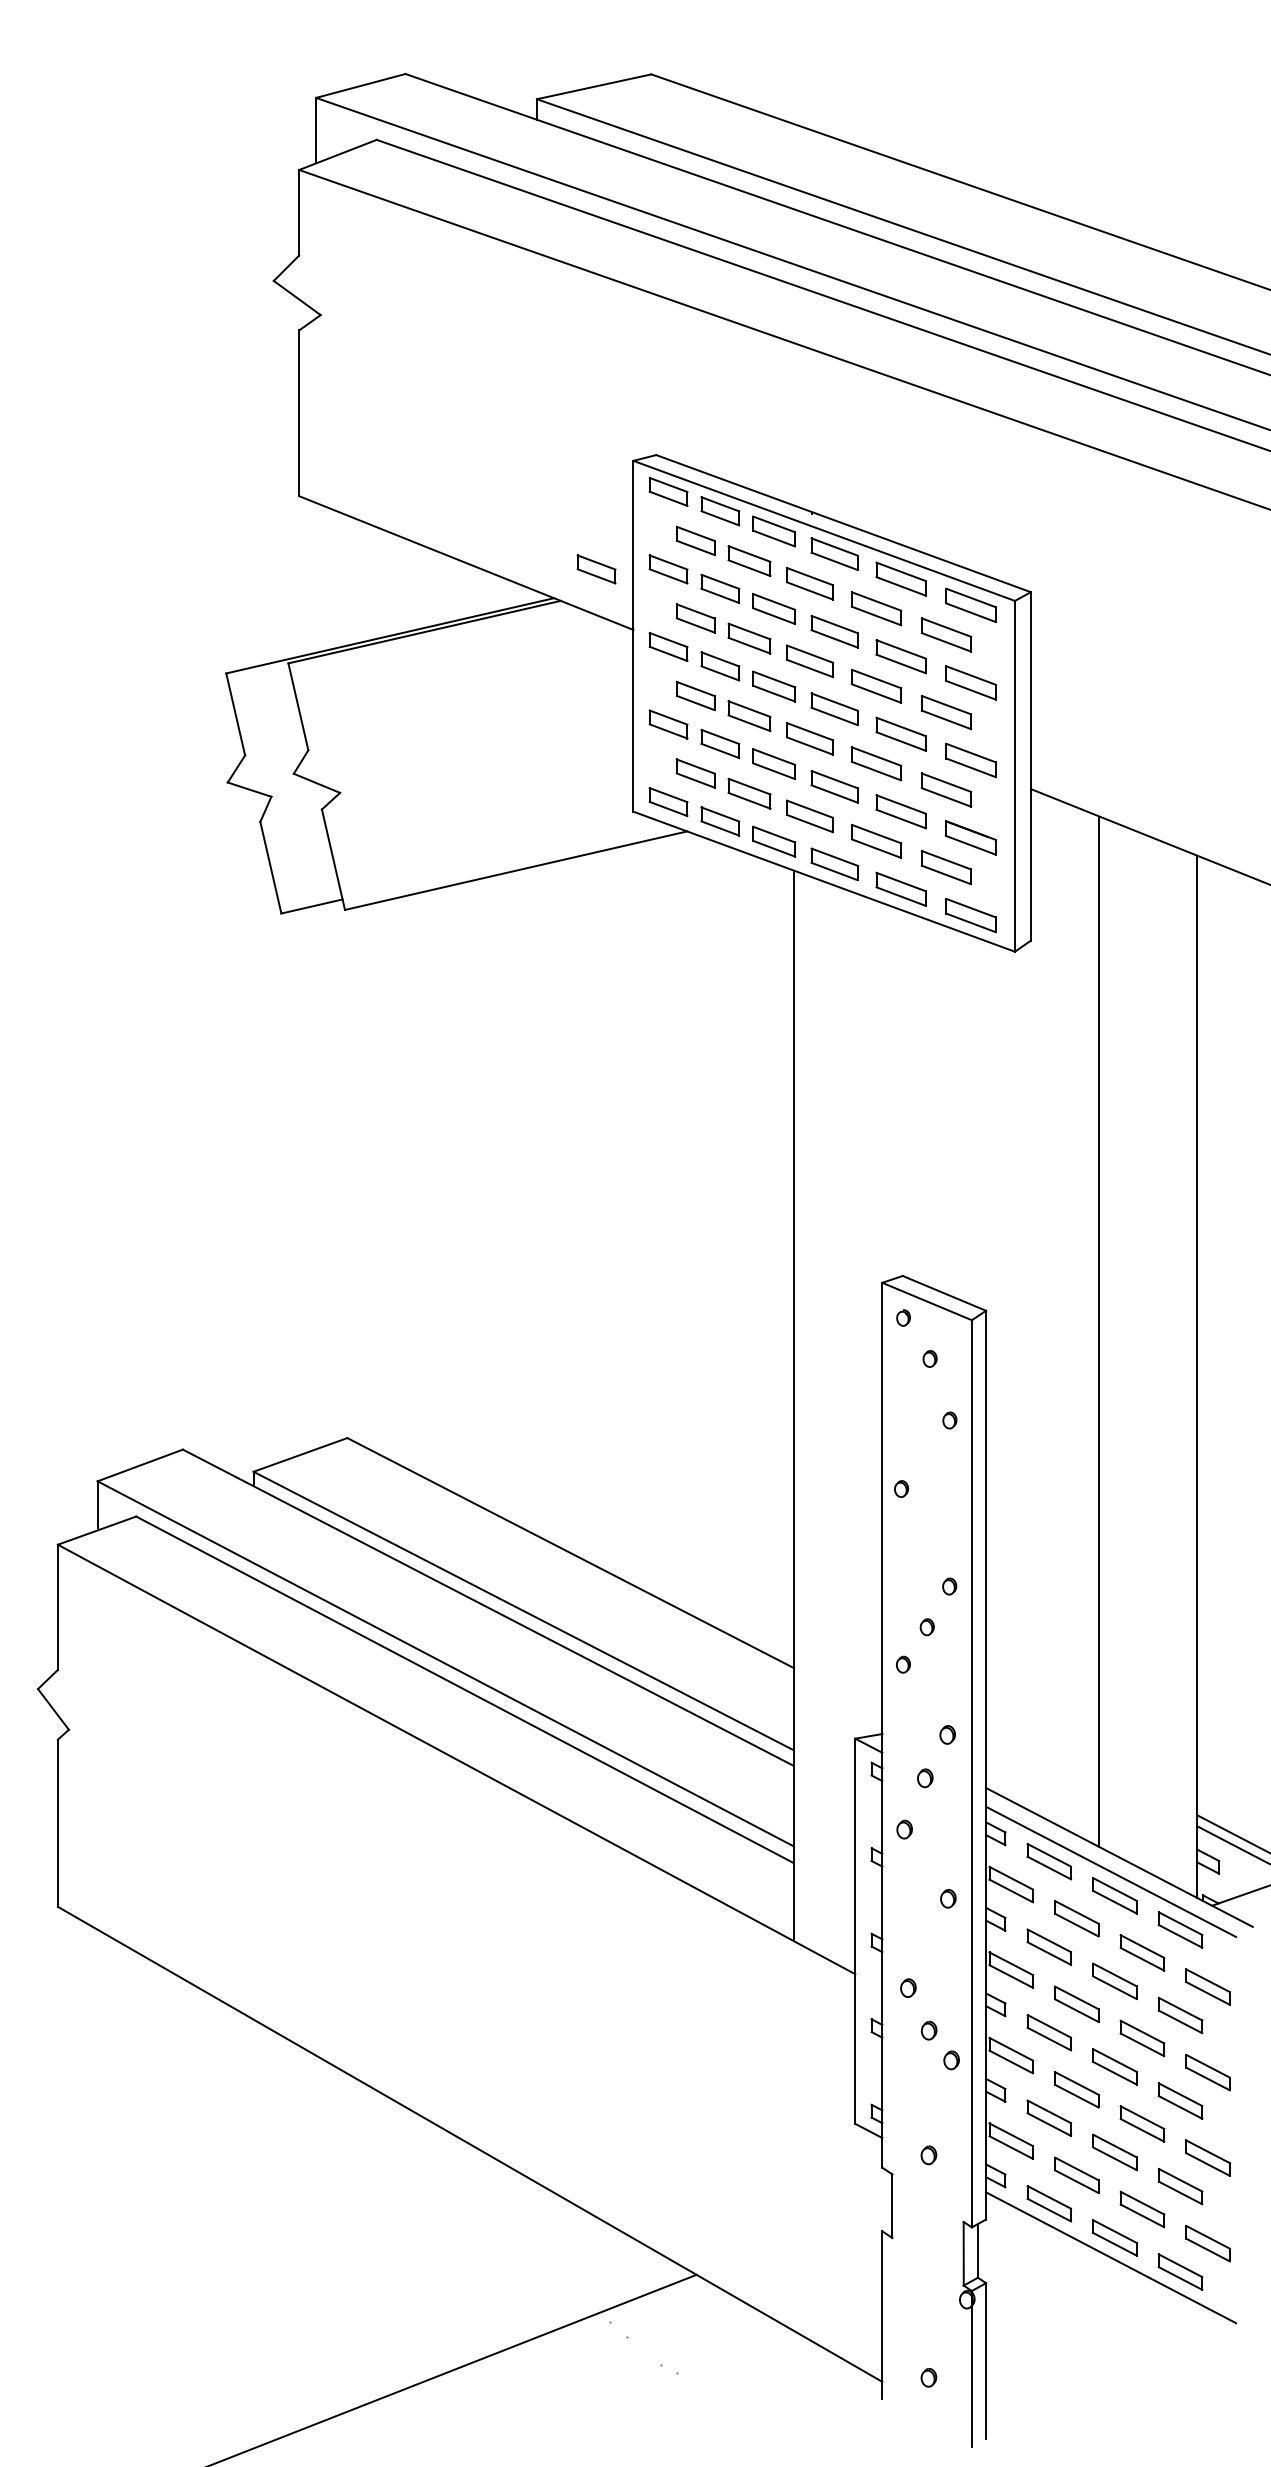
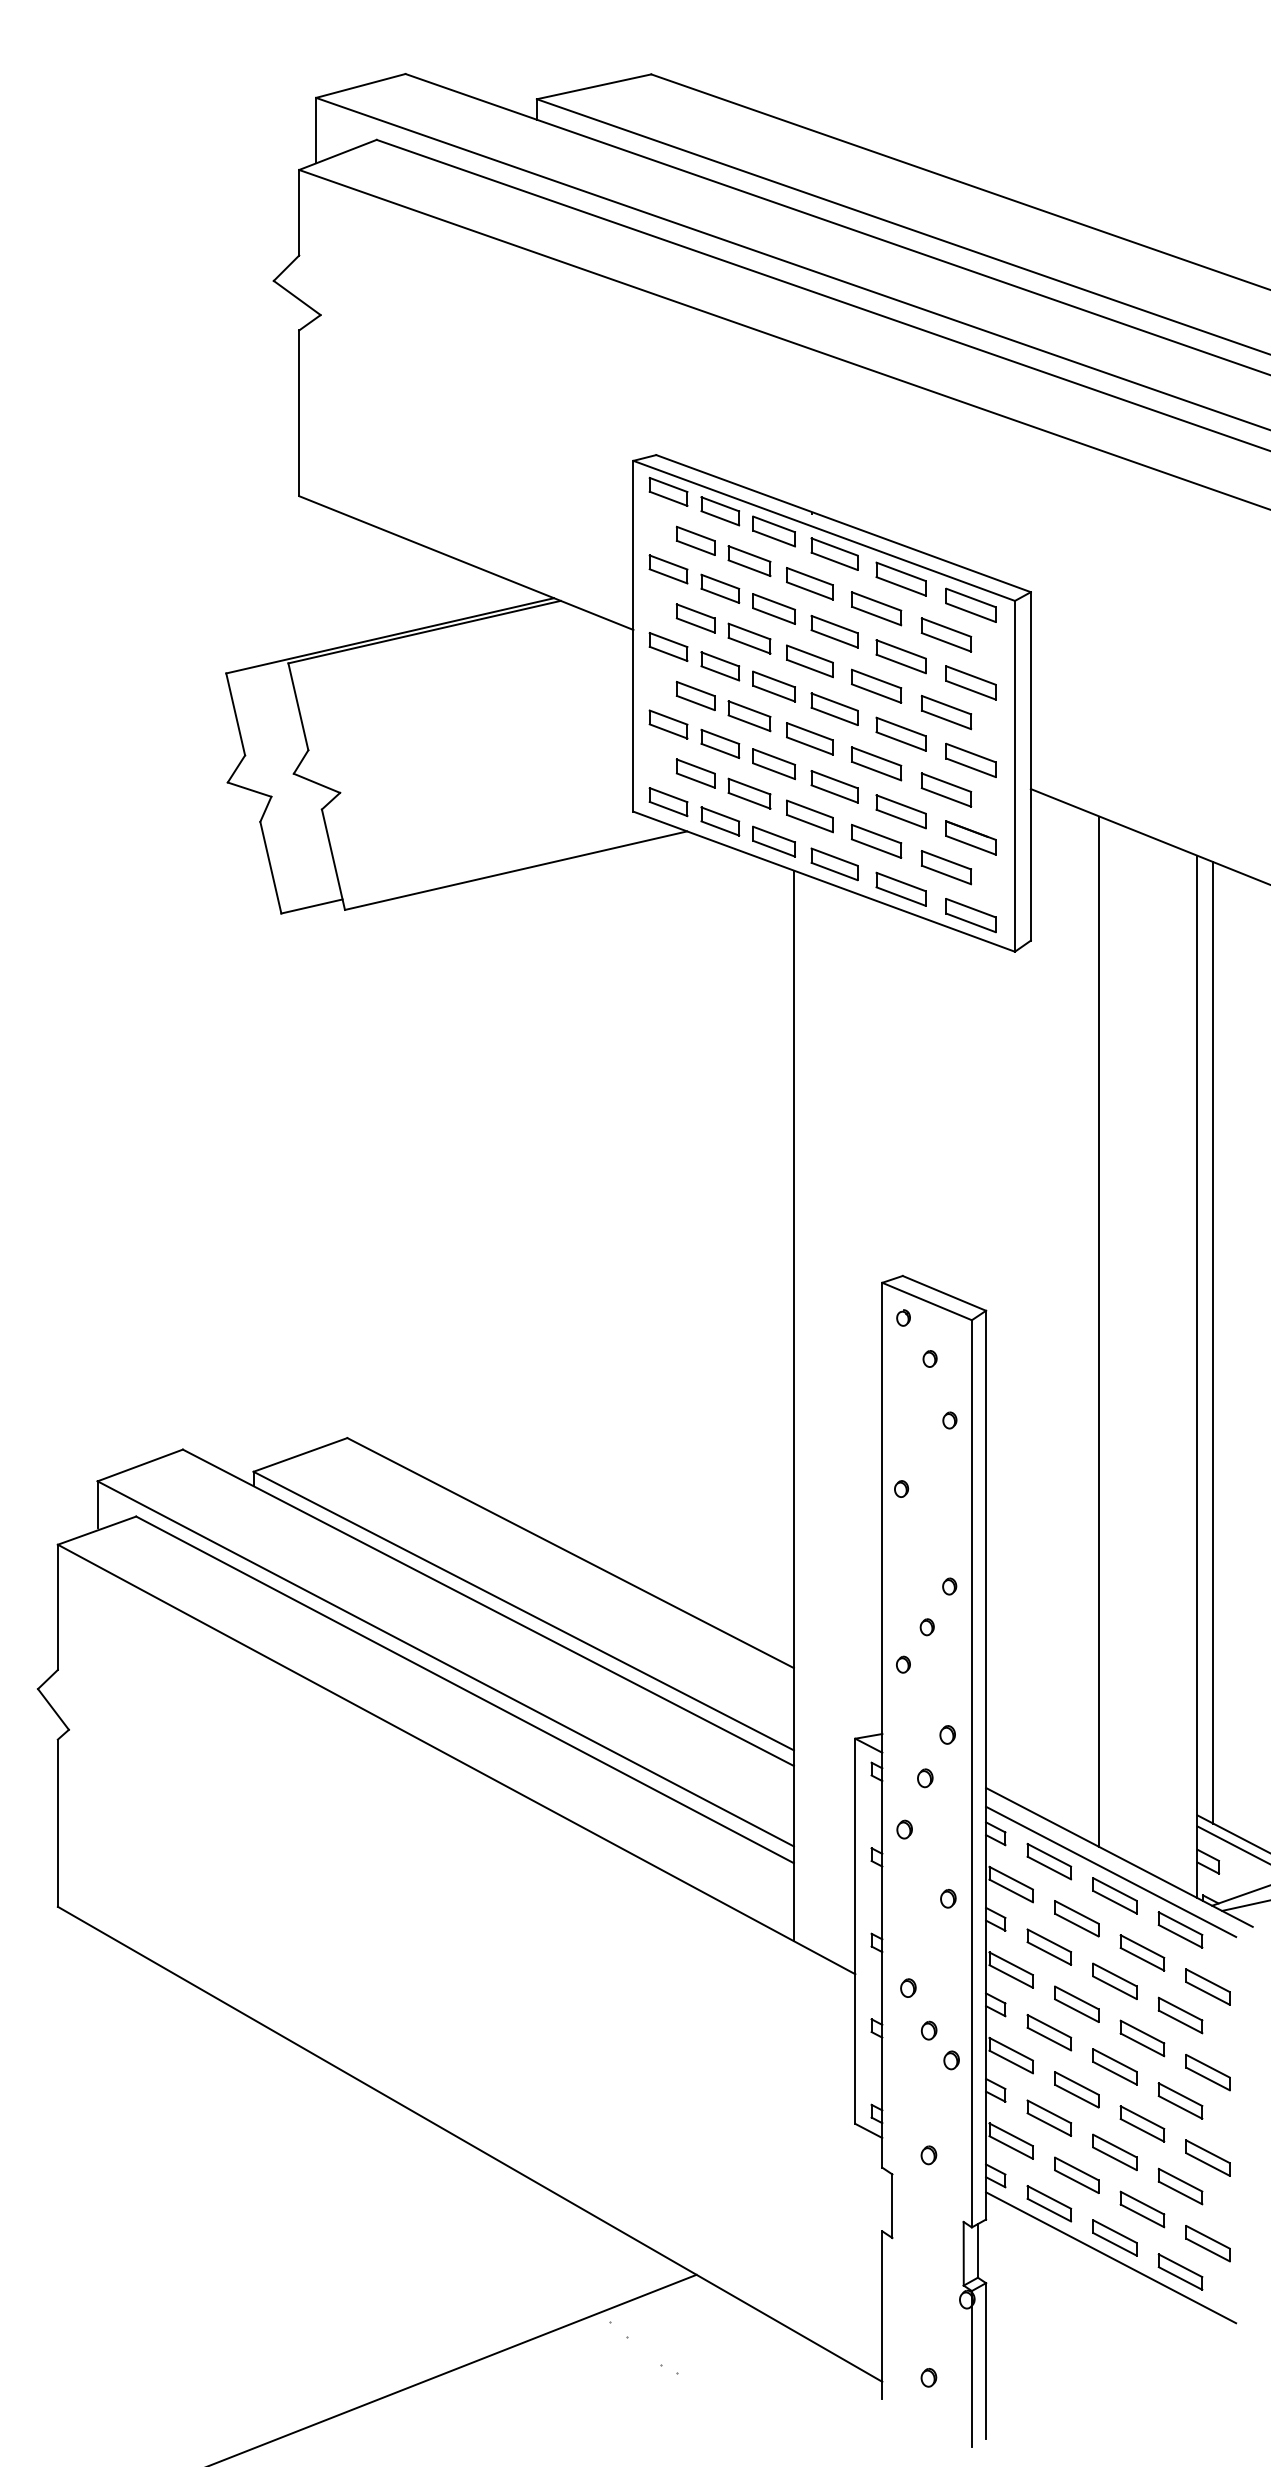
part at (596, 569): present -> none
line at (1213, 1342): none -> present
line at (1244, 1905): none -> present
